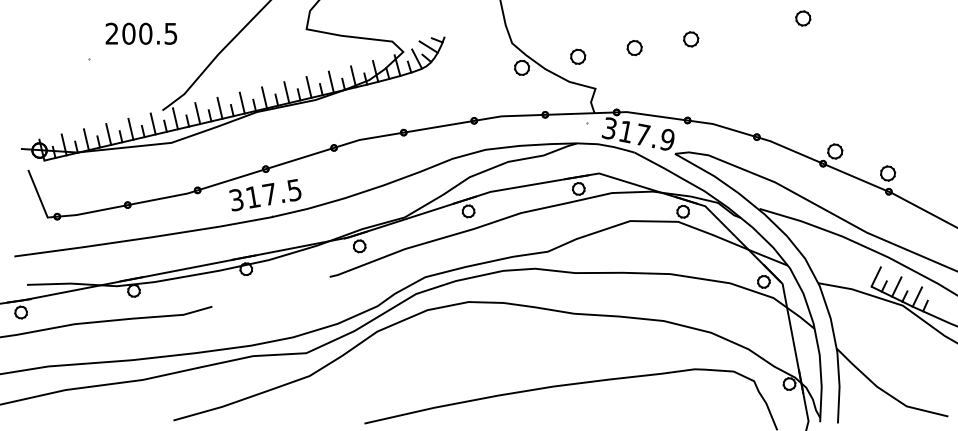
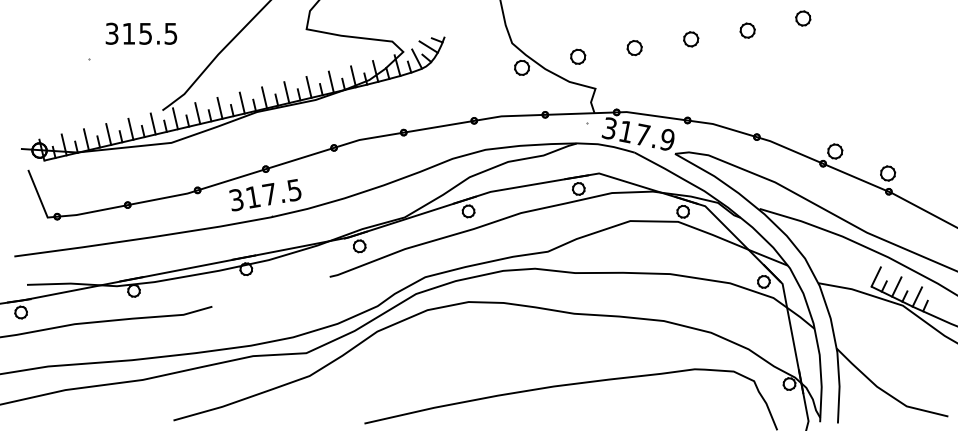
part at (747, 30): none -> present
text at (128, 33): 200.5 -> 315.5
